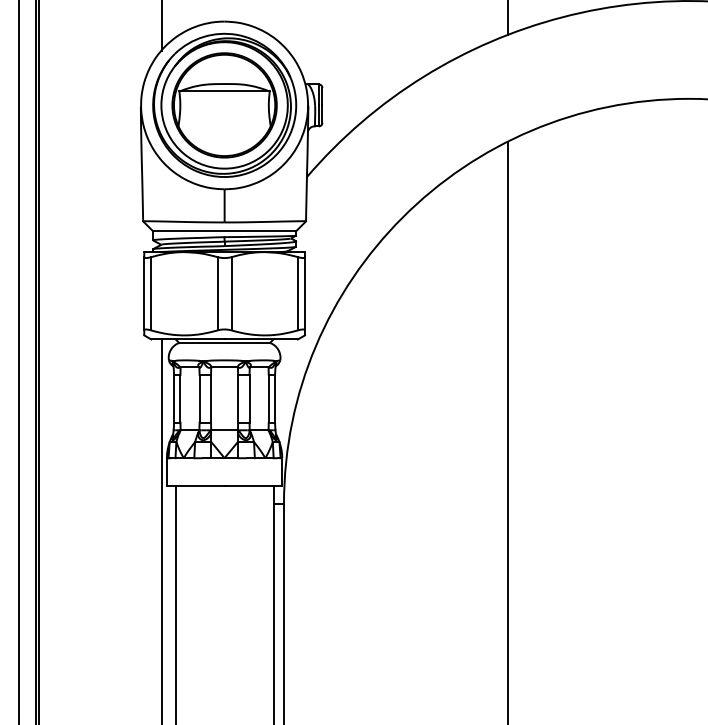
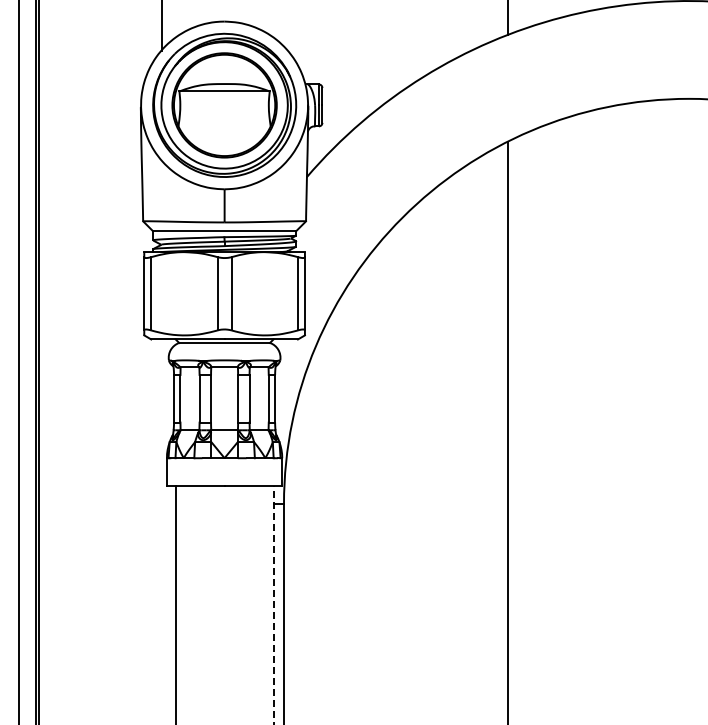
line at (161, 530): present -> none
line at (273, 605): solid -> dashed
